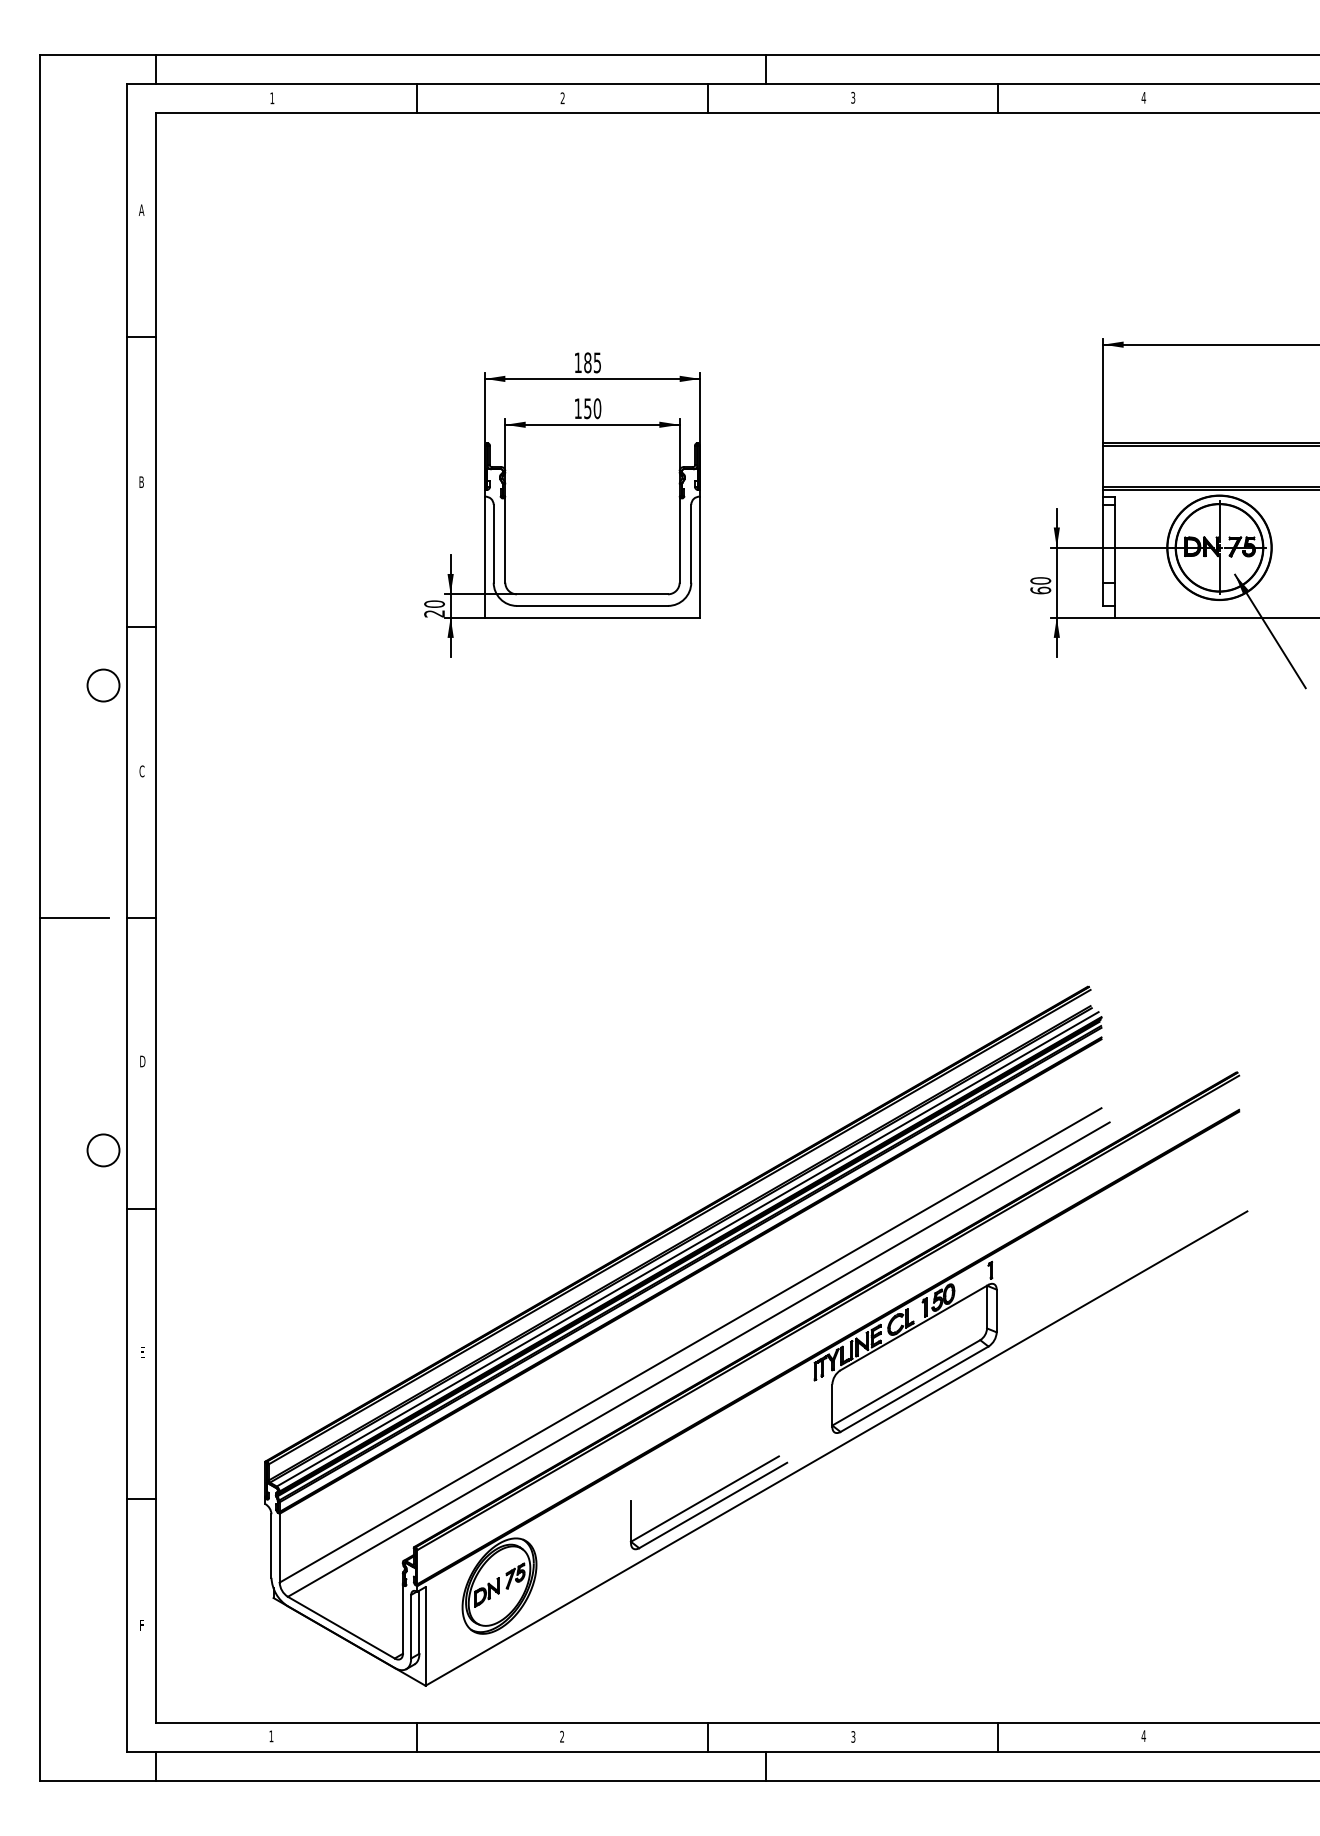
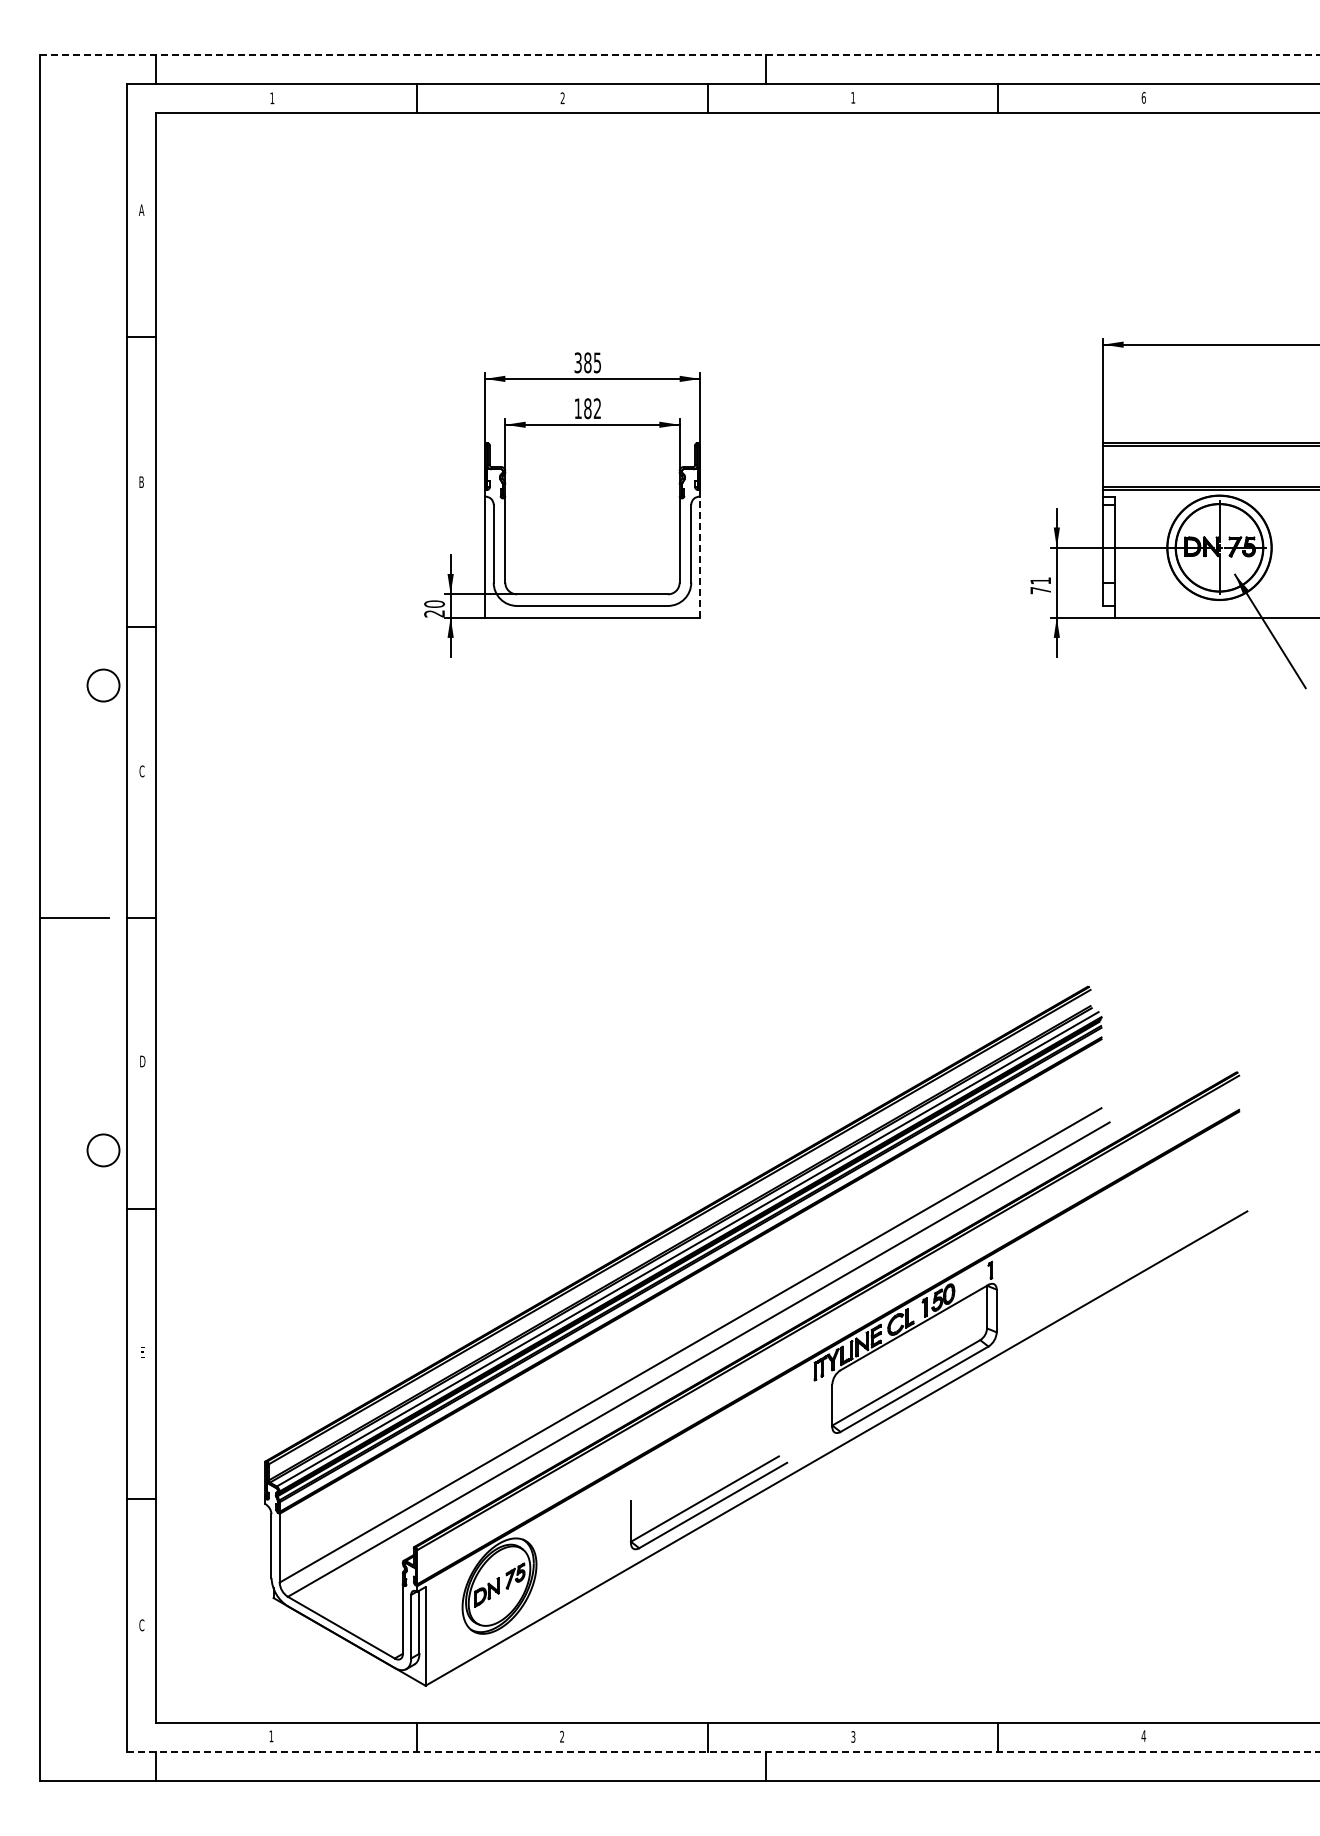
line at (679, 55): solid -> dashed
text at (853, 97): 3 -> 1
text at (1143, 97): 4 -> 6
text at (577, 362): 185 -> 385
text at (592, 408): 150 -> 182
line at (699, 556): solid -> dashed
text at (1040, 585): 60 -> 71
text at (141, 1625): F -> C
line at (723, 1751): solid -> dashed
